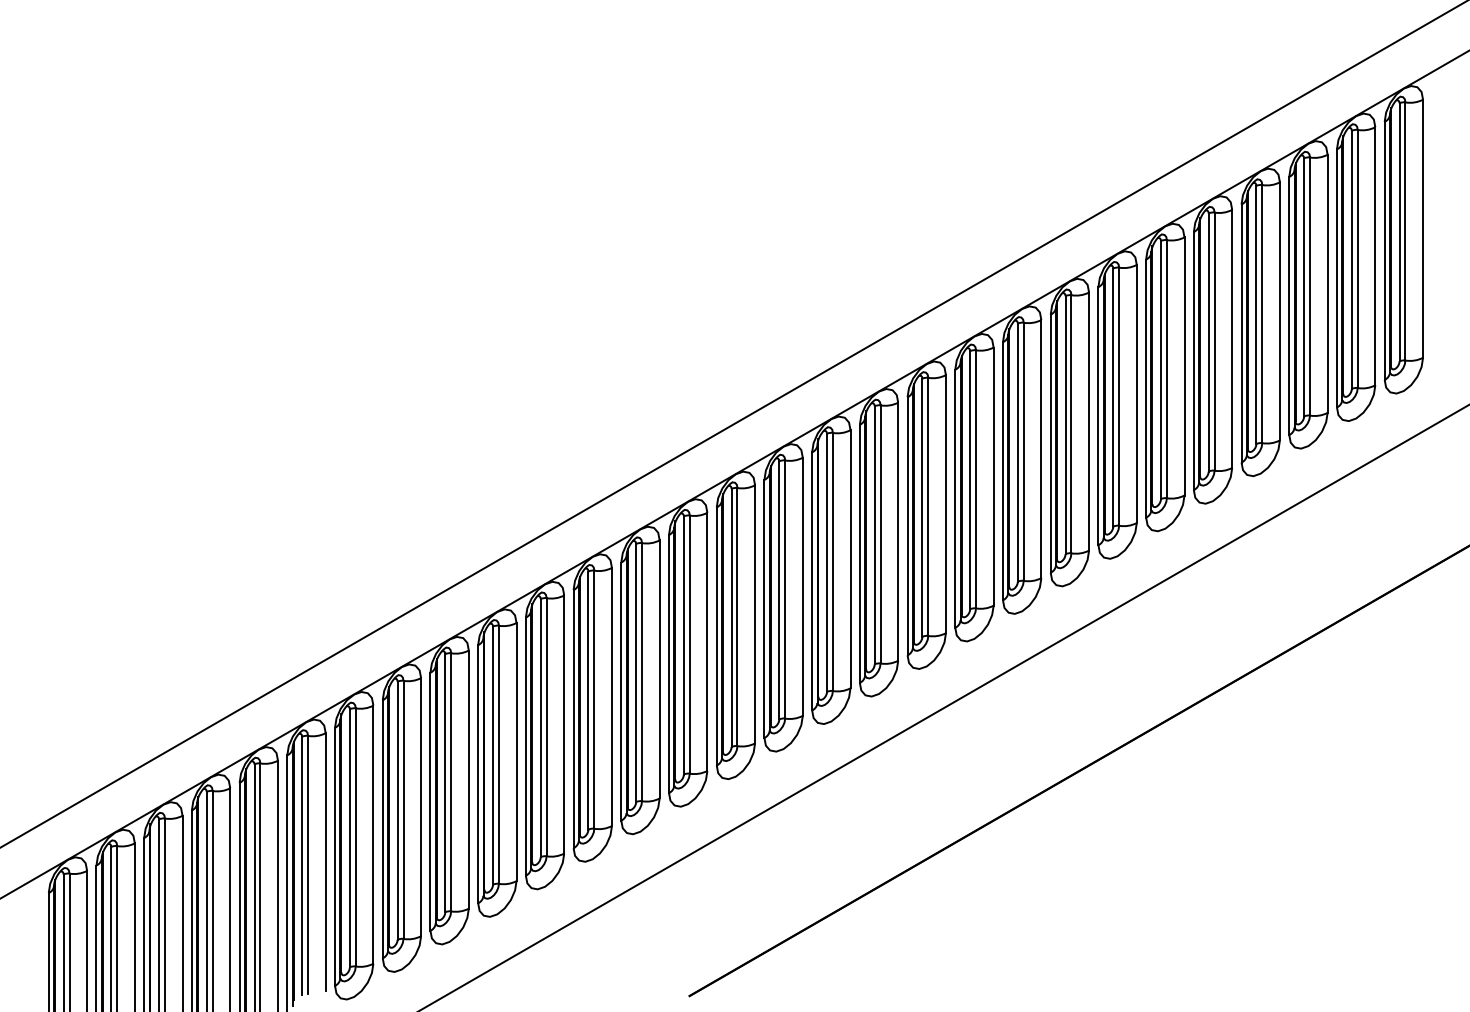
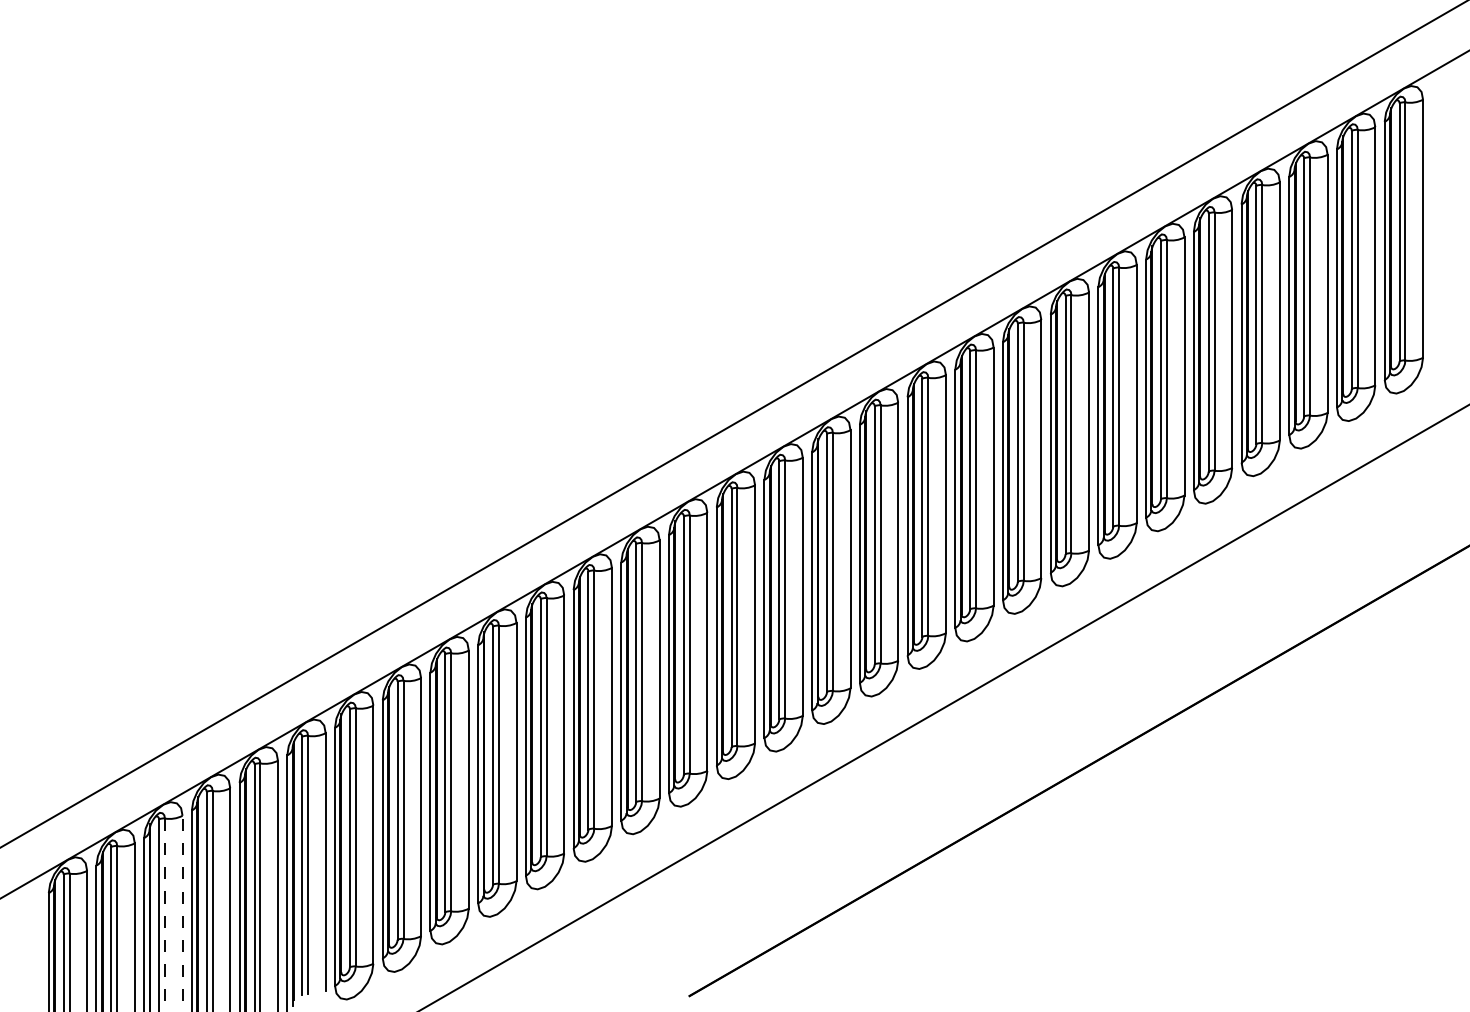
line at (182, 913): solid -> dashed
line at (164, 915): solid -> dashed
